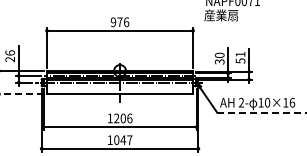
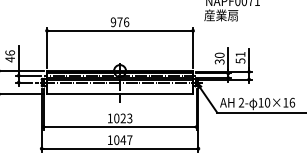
text at (9, 59): 26 -> 46
line at (22, 94): dashed -> solid
line at (261, 112): dashed -> solid
text at (123, 118): 1206 -> 1023
